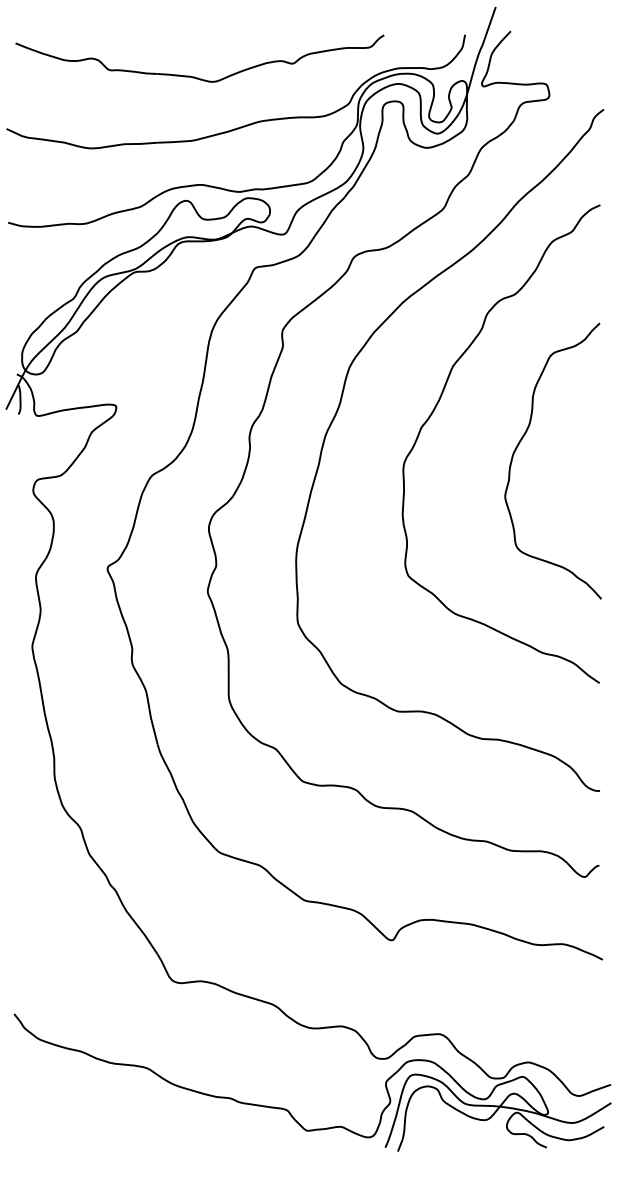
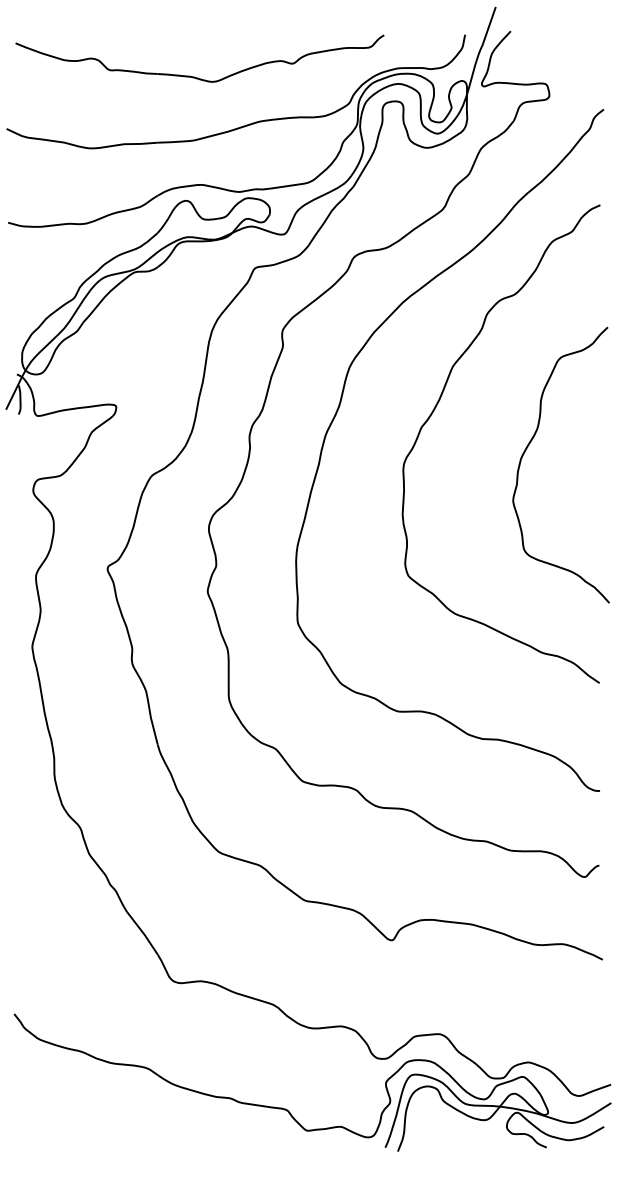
curve at (521, 441) position: (521, 441) -> (529, 445)
